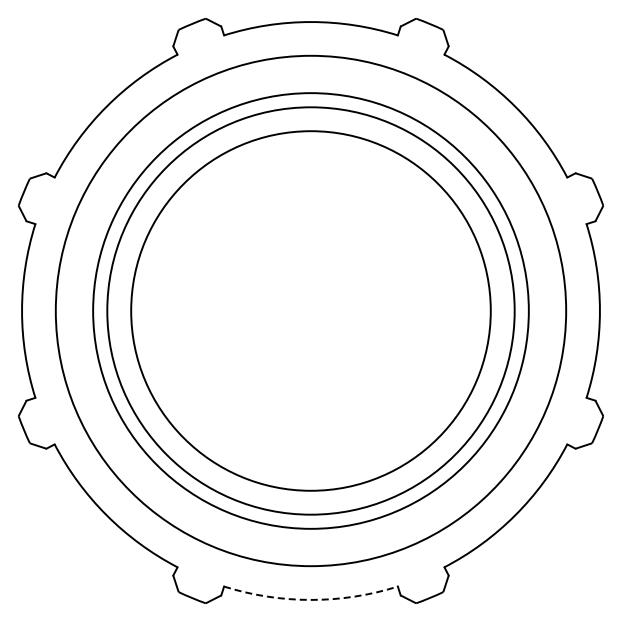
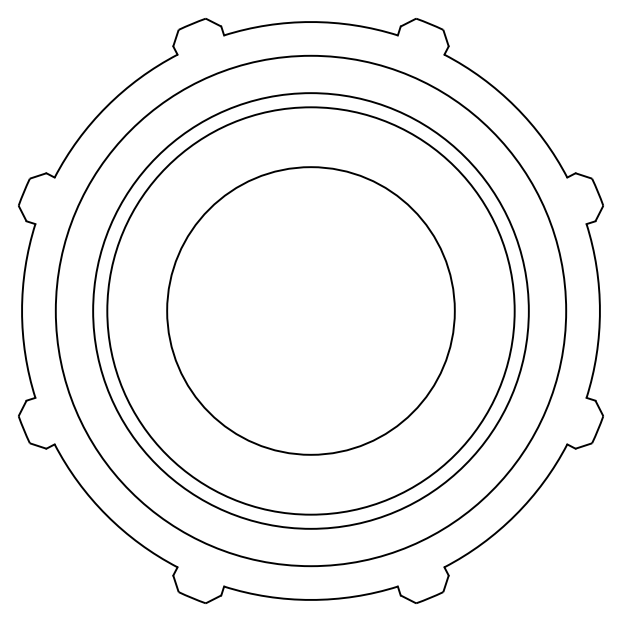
circle at (310, 310) diameter: 360 px -> 288 px
arc at (310, 599): dashed -> solid
